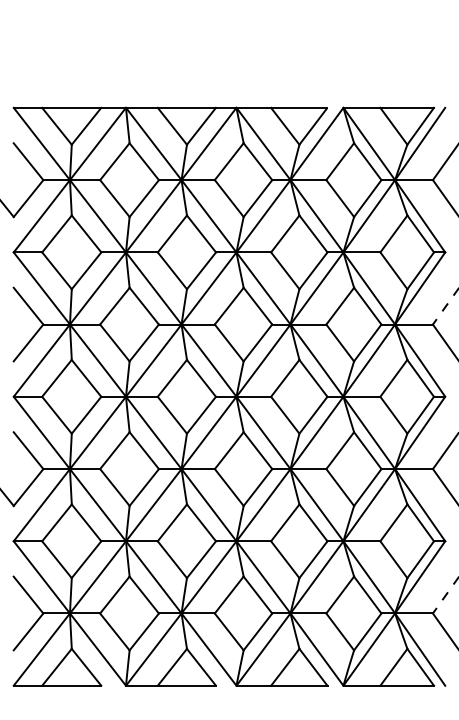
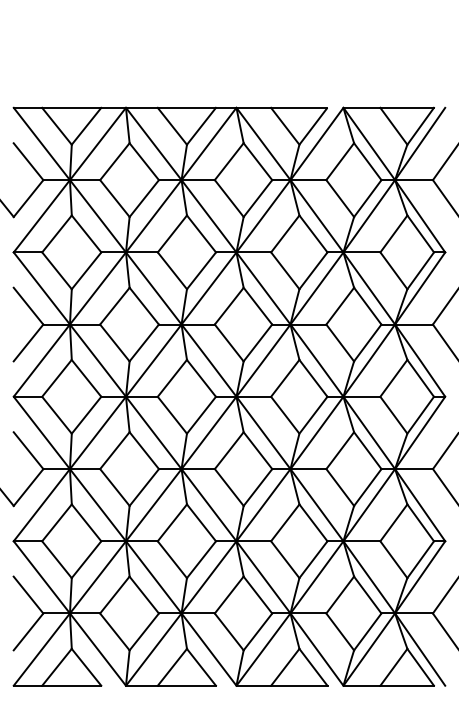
line at (445, 306): dashed -> solid
line at (445, 595): dashed -> solid
